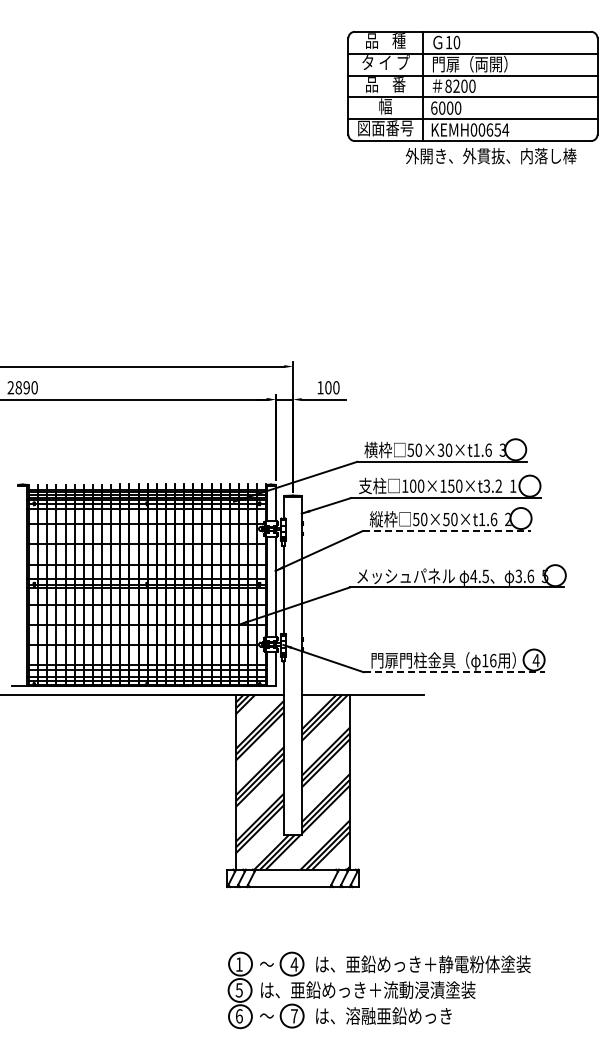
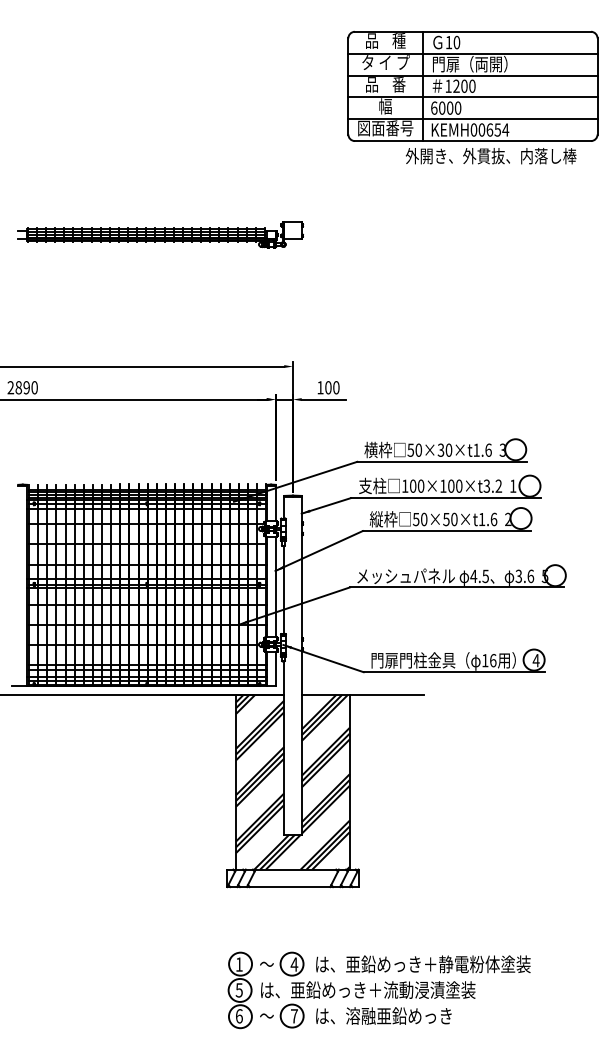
text at (448, 85): 8200 -> 1200
part at (160, 234): none -> present
text at (451, 485): 100×150×t3.2 -> 100×100×t3.2
line at (447, 531): dashed -> solid
line at (454, 672): dashed -> solid
